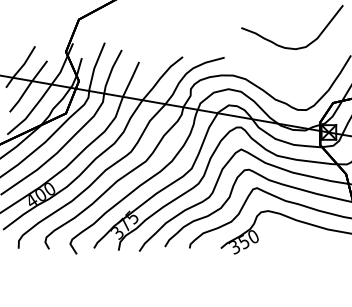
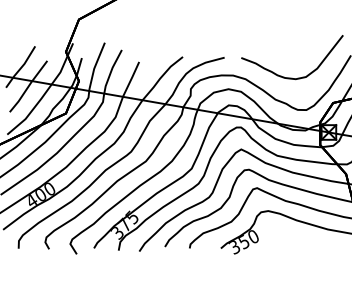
curve at (292, 47) position: (292, 47) -> (292, 77)
